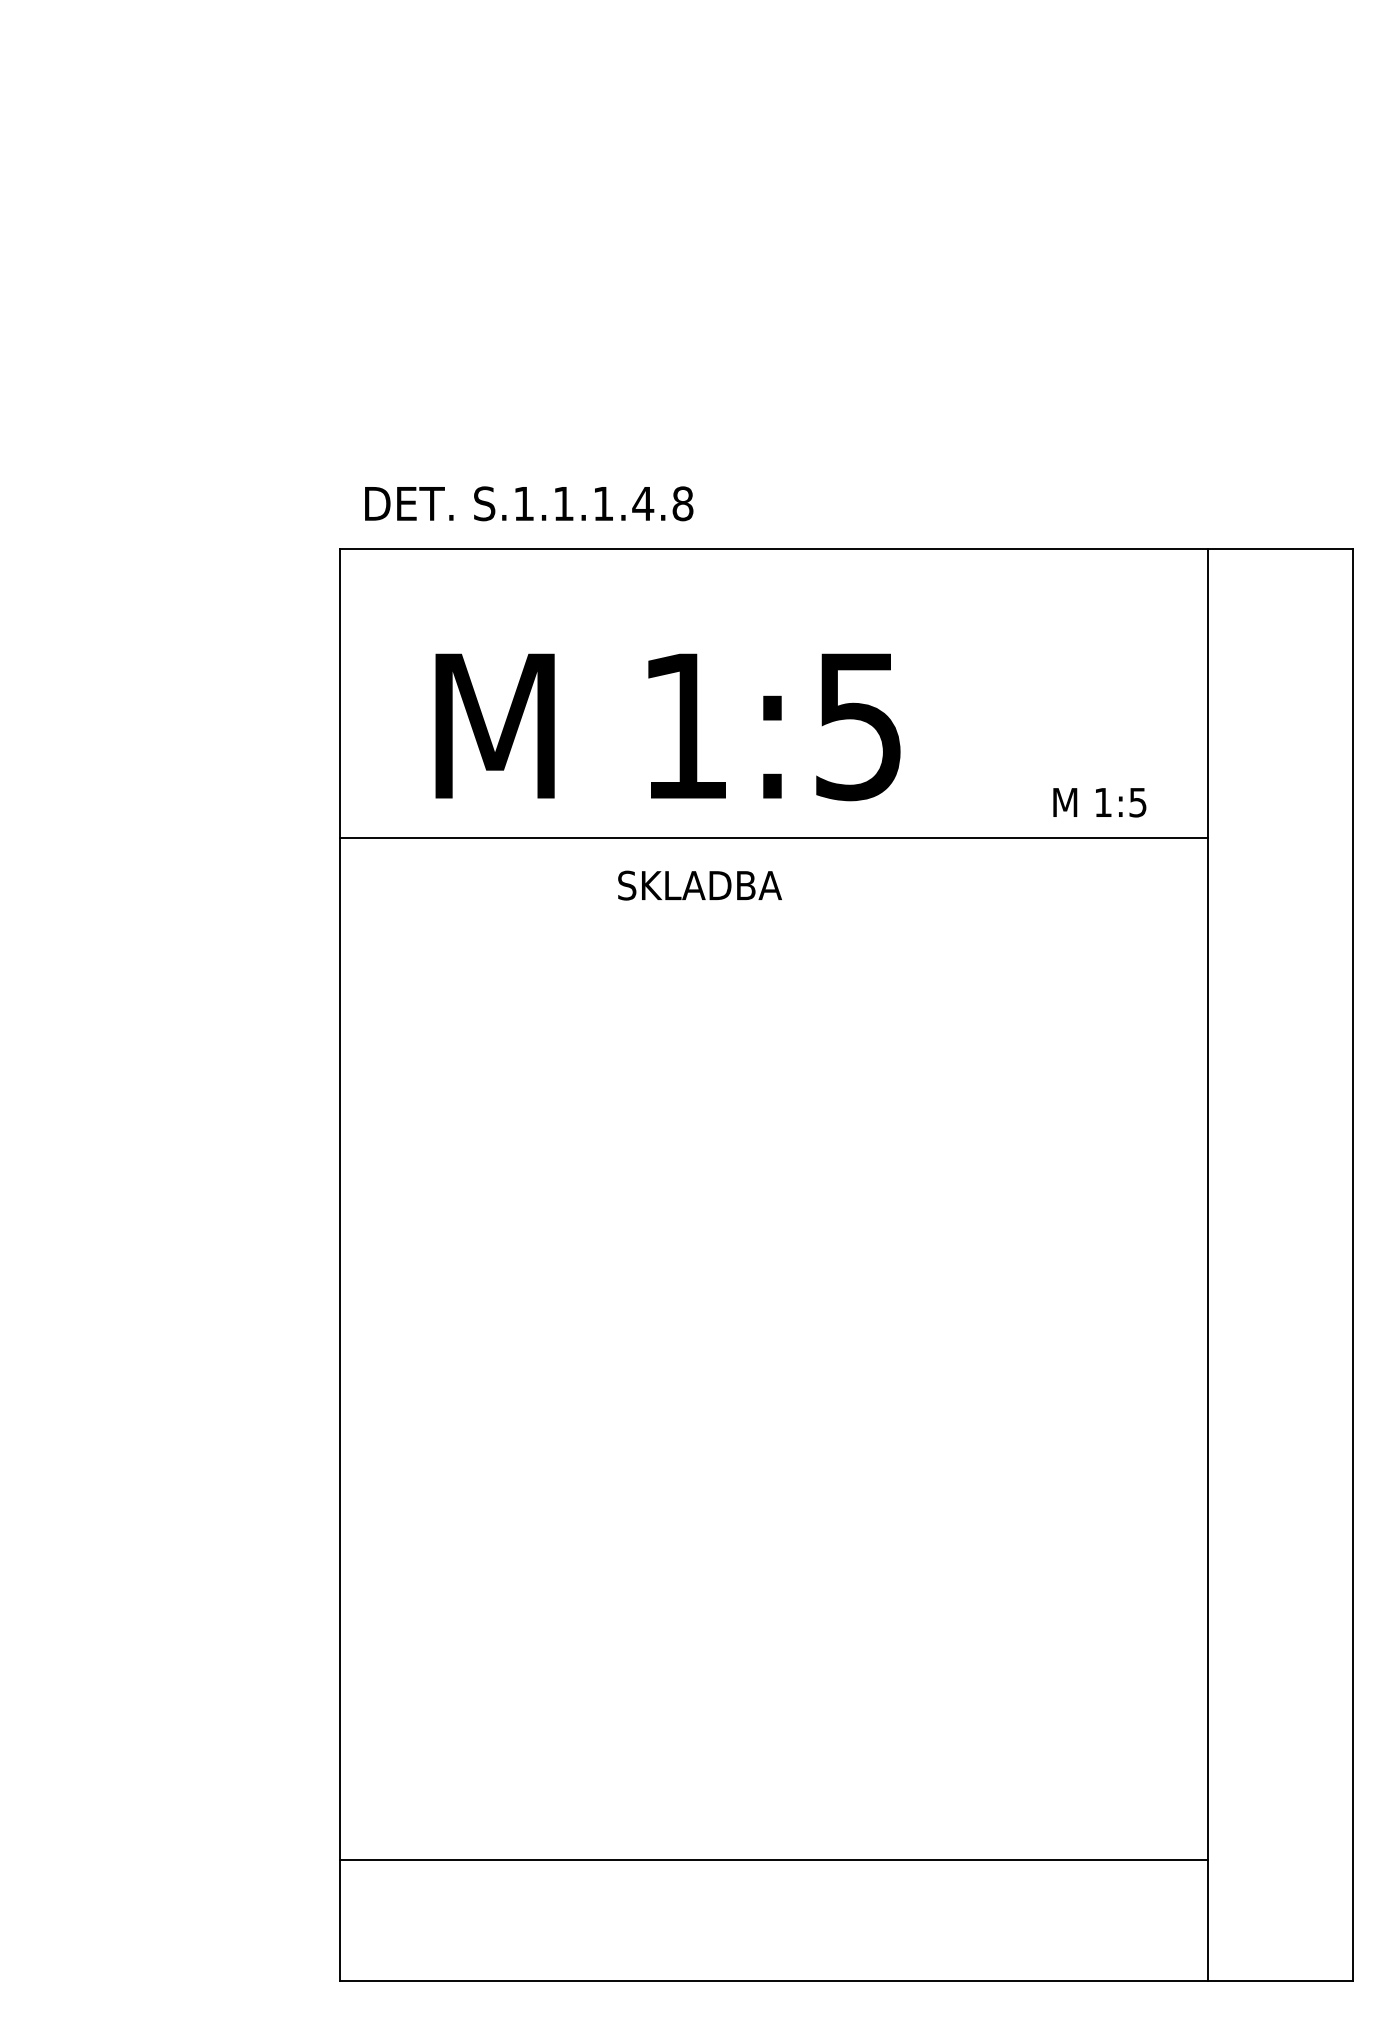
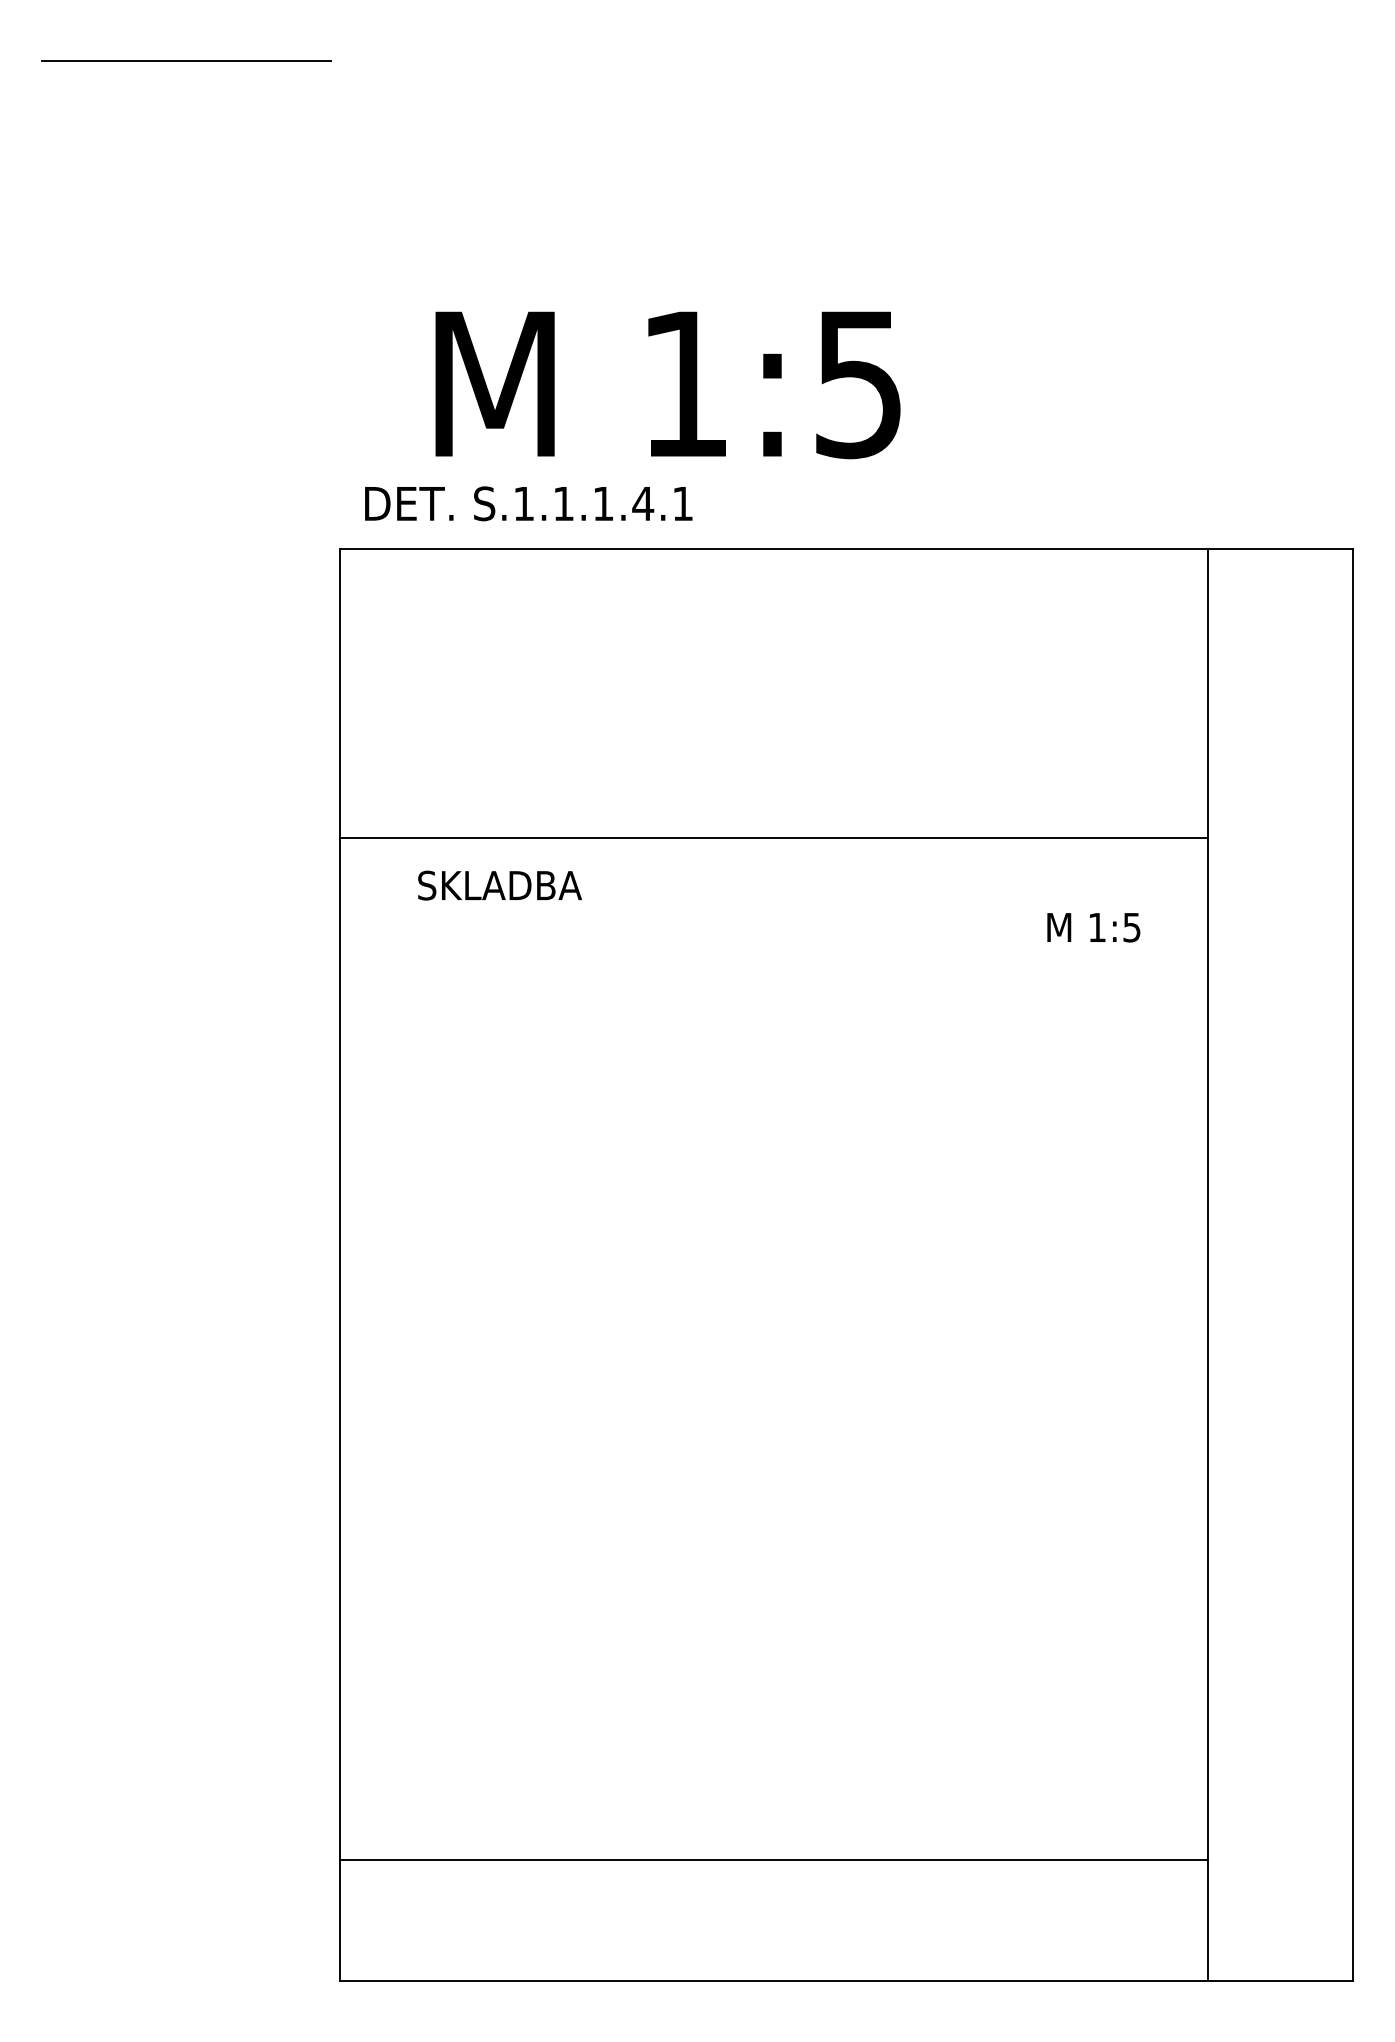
line at (186, 61): none -> present
text at (682, 503): S.1.1.1.4.8 -> S.1.1.1.4.1
text at (667, 727) position: (667, 727) -> (667, 385)
text at (1099, 802) position: (1099, 802) -> (1093, 927)
text at (699, 885) position: (699, 885) -> (499, 885)
